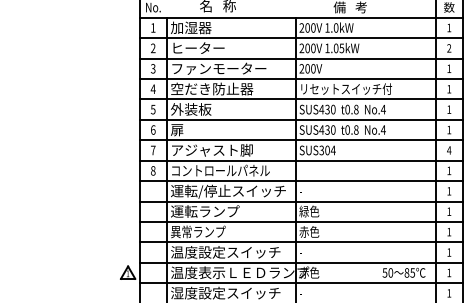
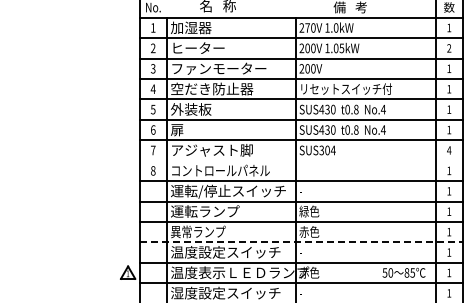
text at (307, 27): 200V -> 270V
line at (300, 160): present -> none
line at (301, 242): solid -> dashed
